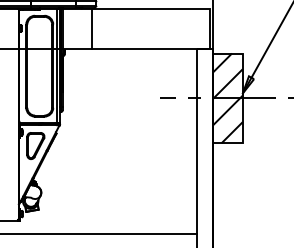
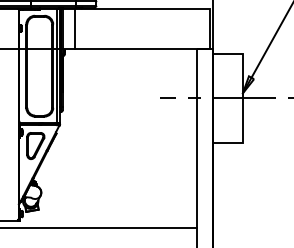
line at (92, 28) position: (92, 28) -> (75, 28)
hatch at (227, 98): present -> none
line at (99, 234) position: (99, 234) -> (99, 228)
